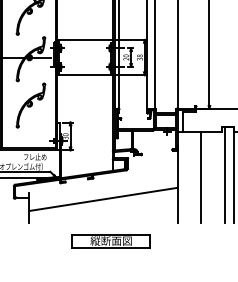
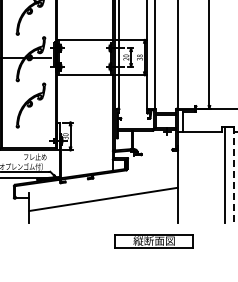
line at (233, 175): solid -> dashed
line at (201, 177): present -> none
part at (110, 241) position: (110, 241) -> (153, 241)
